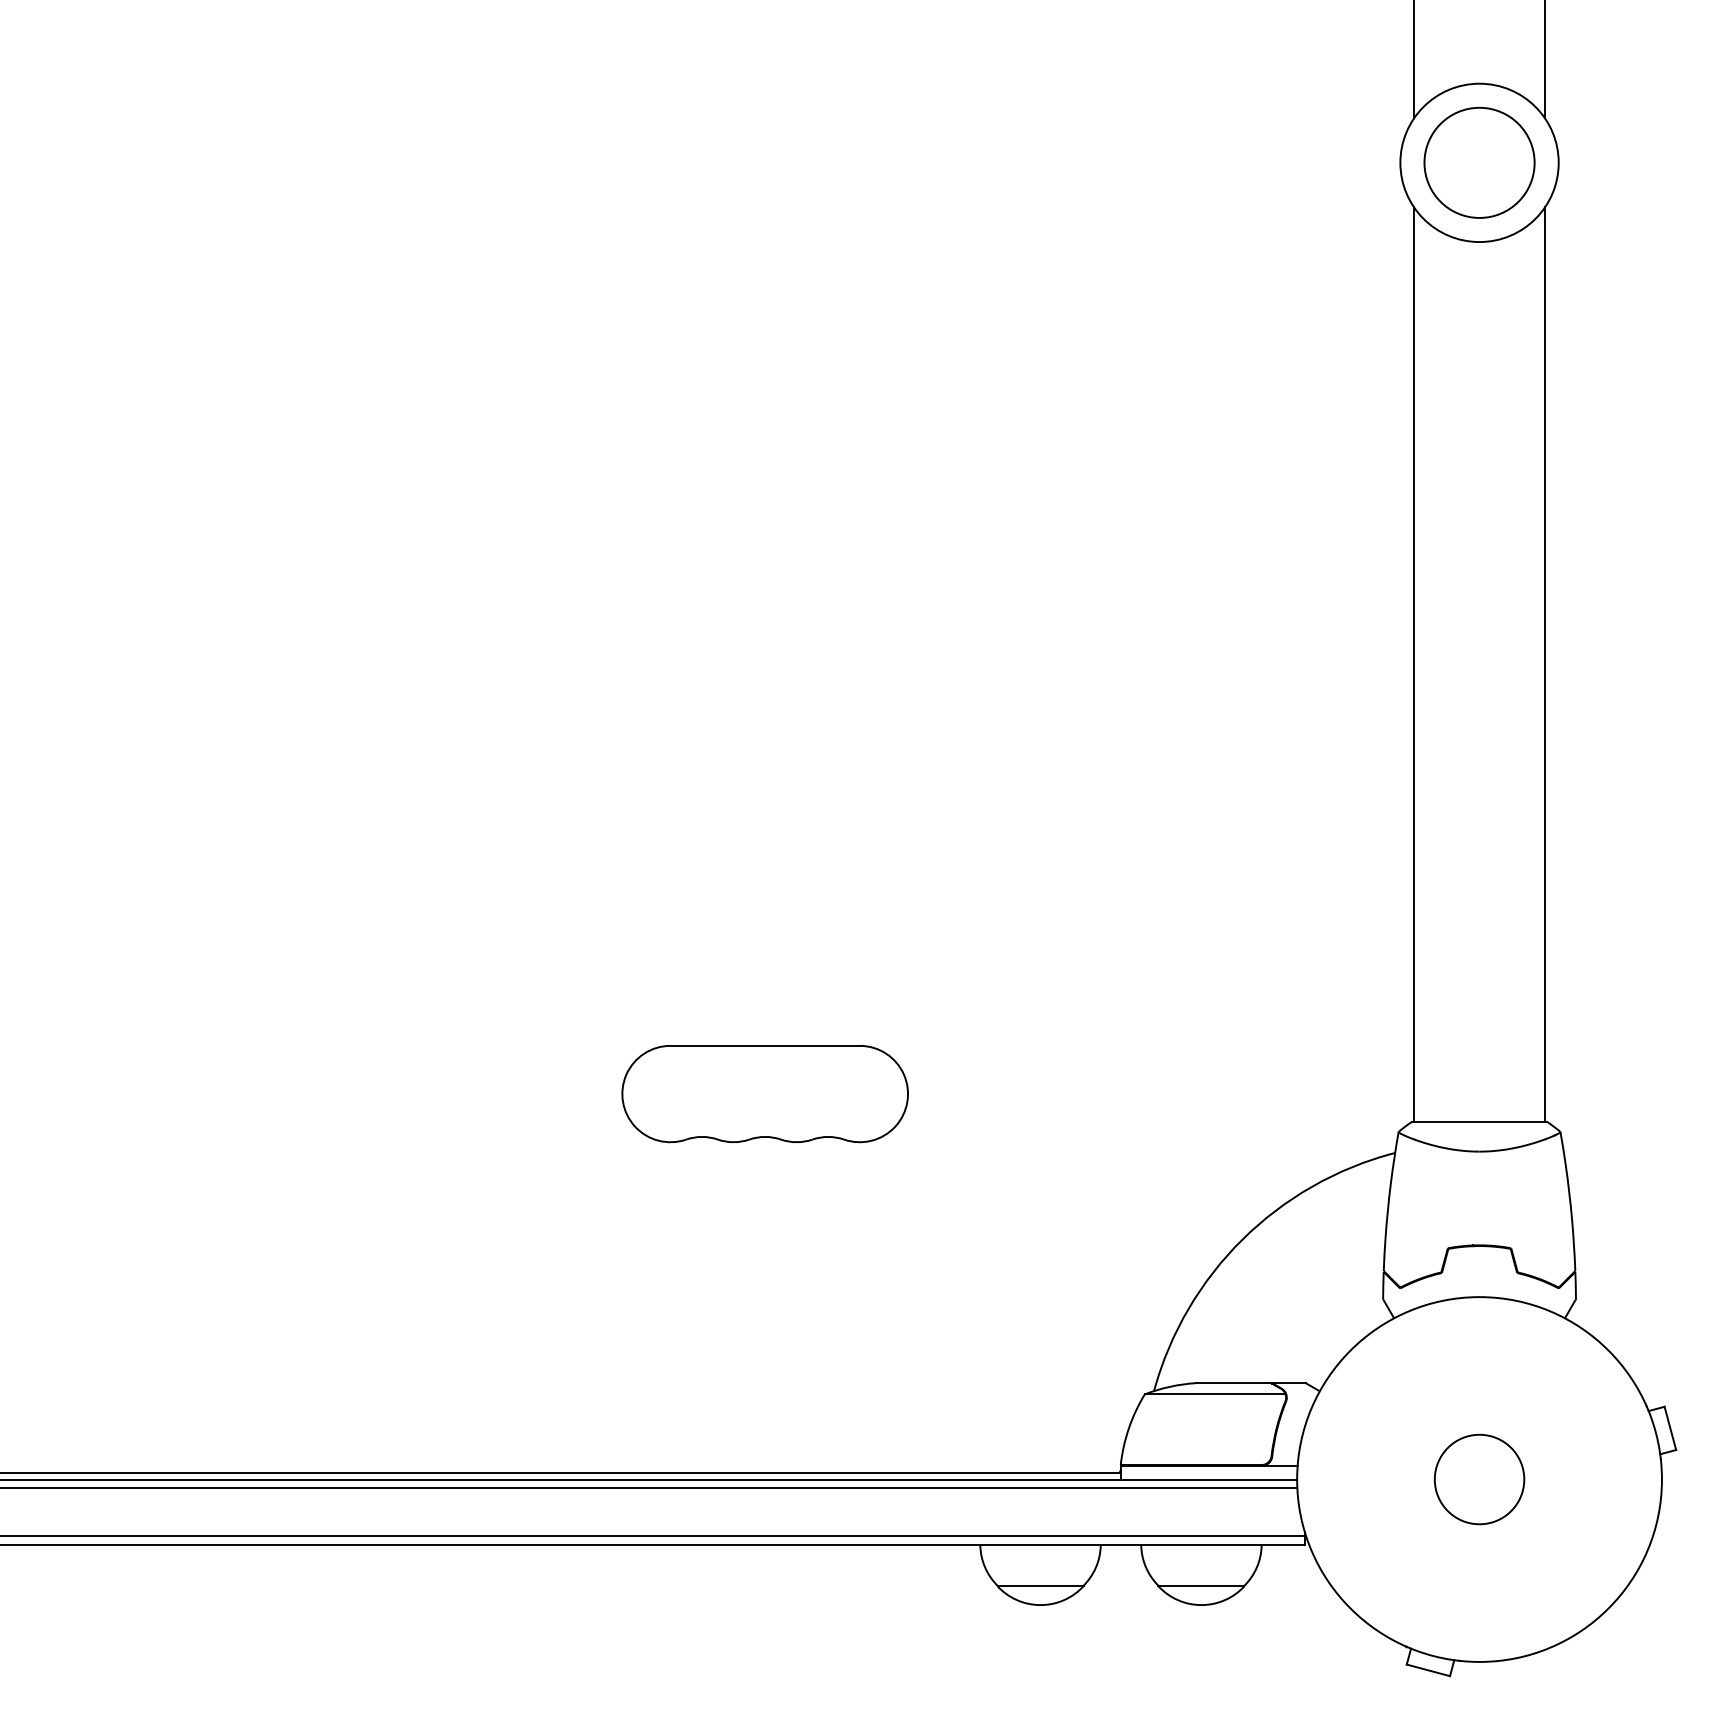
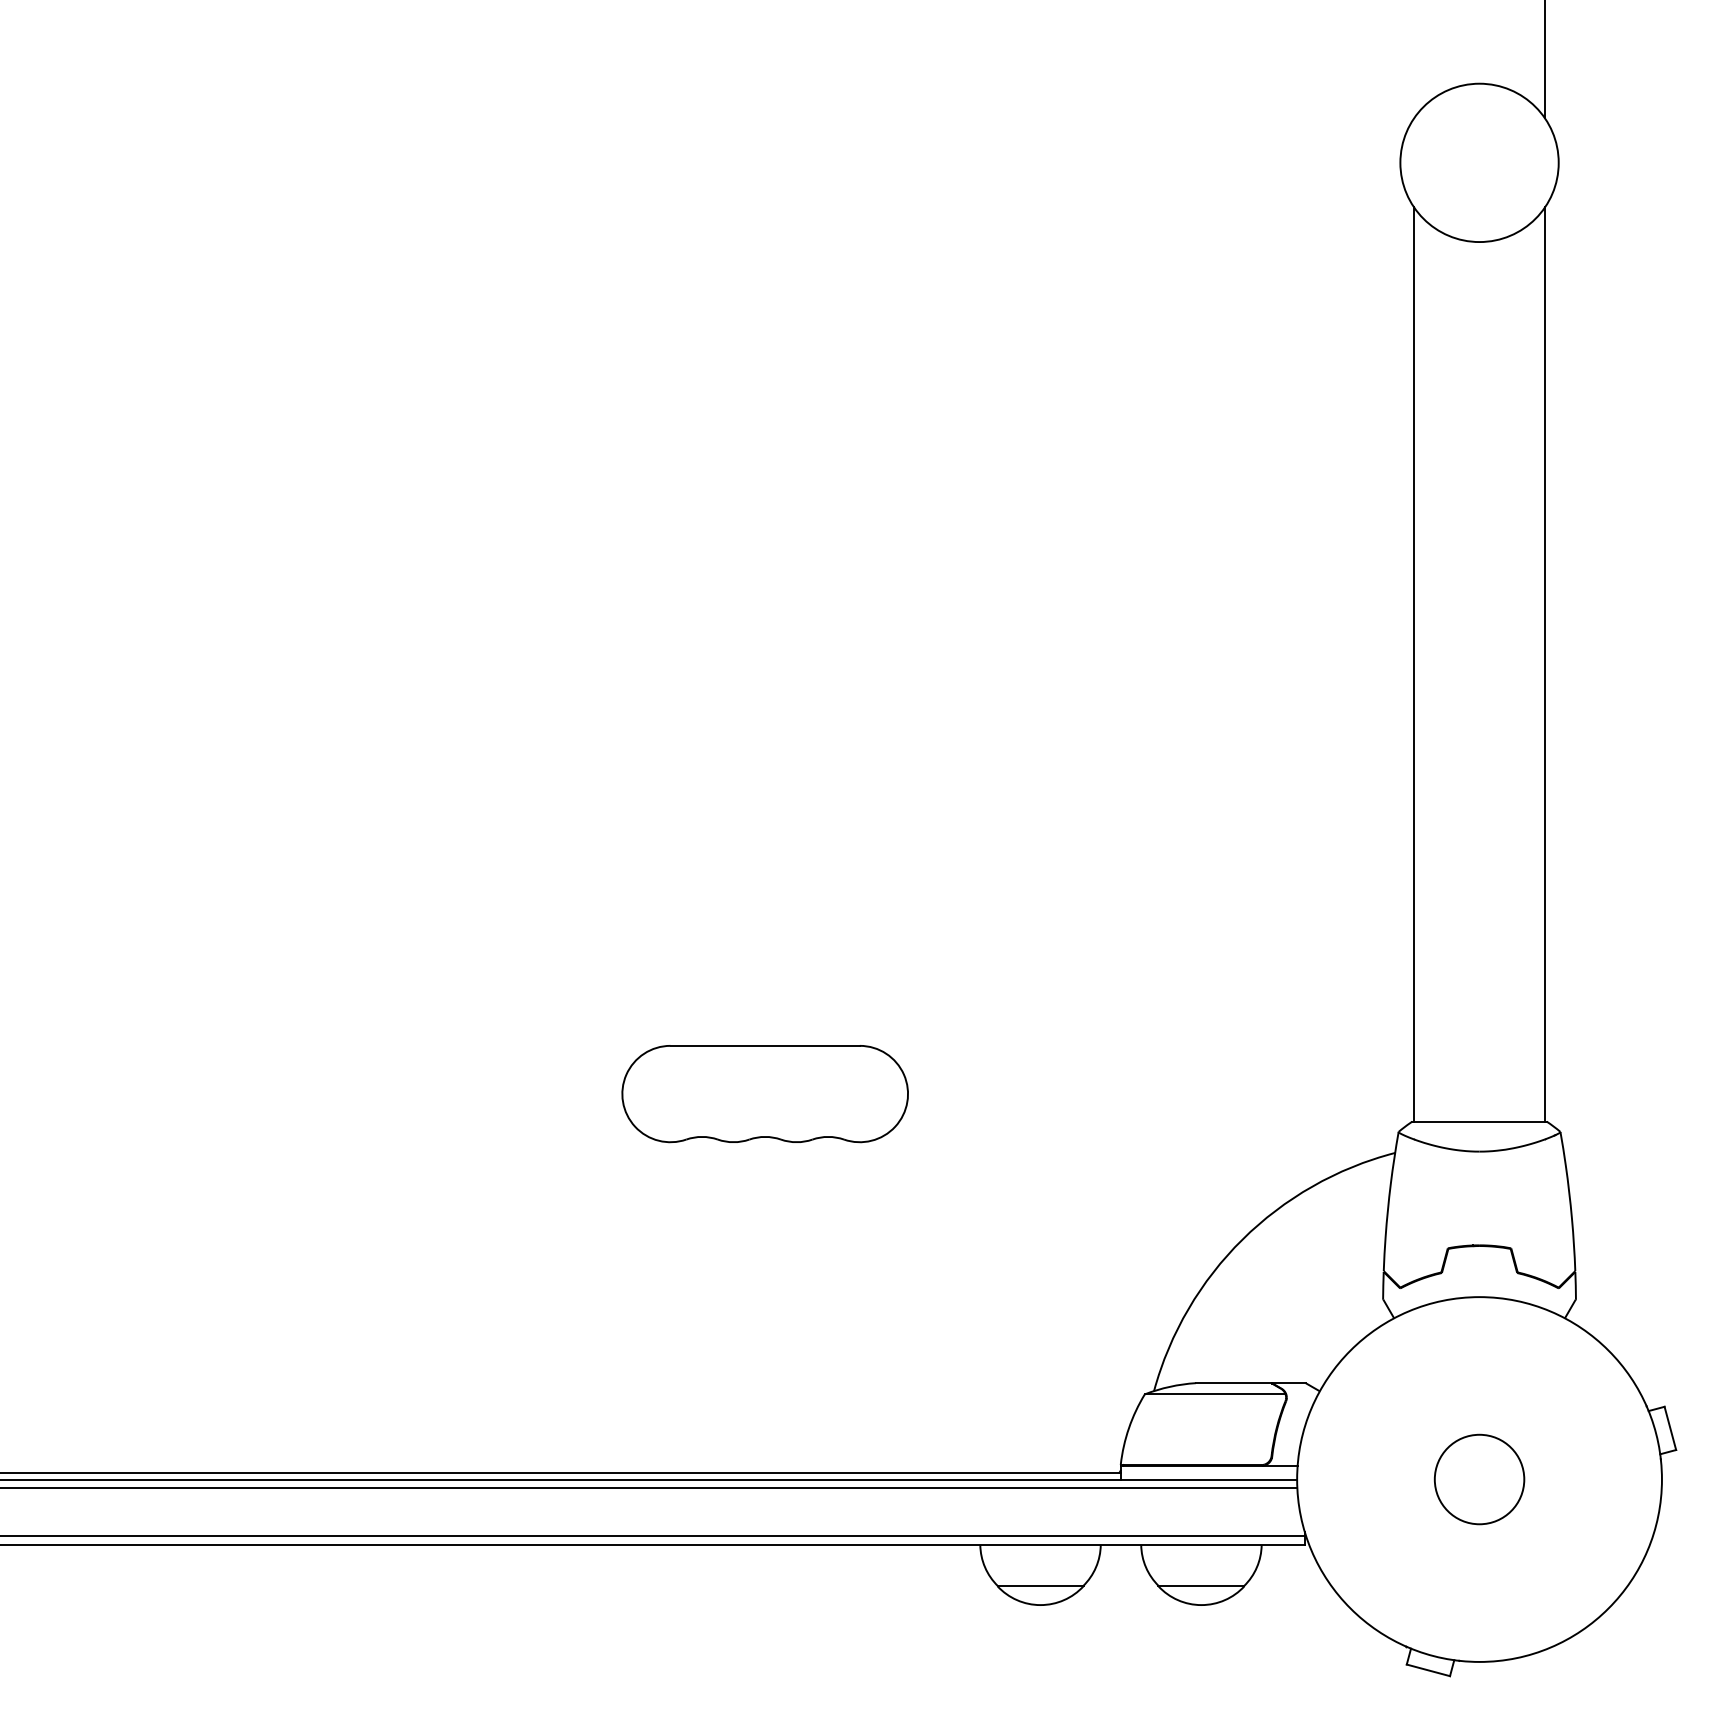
line at (1414, 60): present -> none
circle at (1479, 162): present -> none
